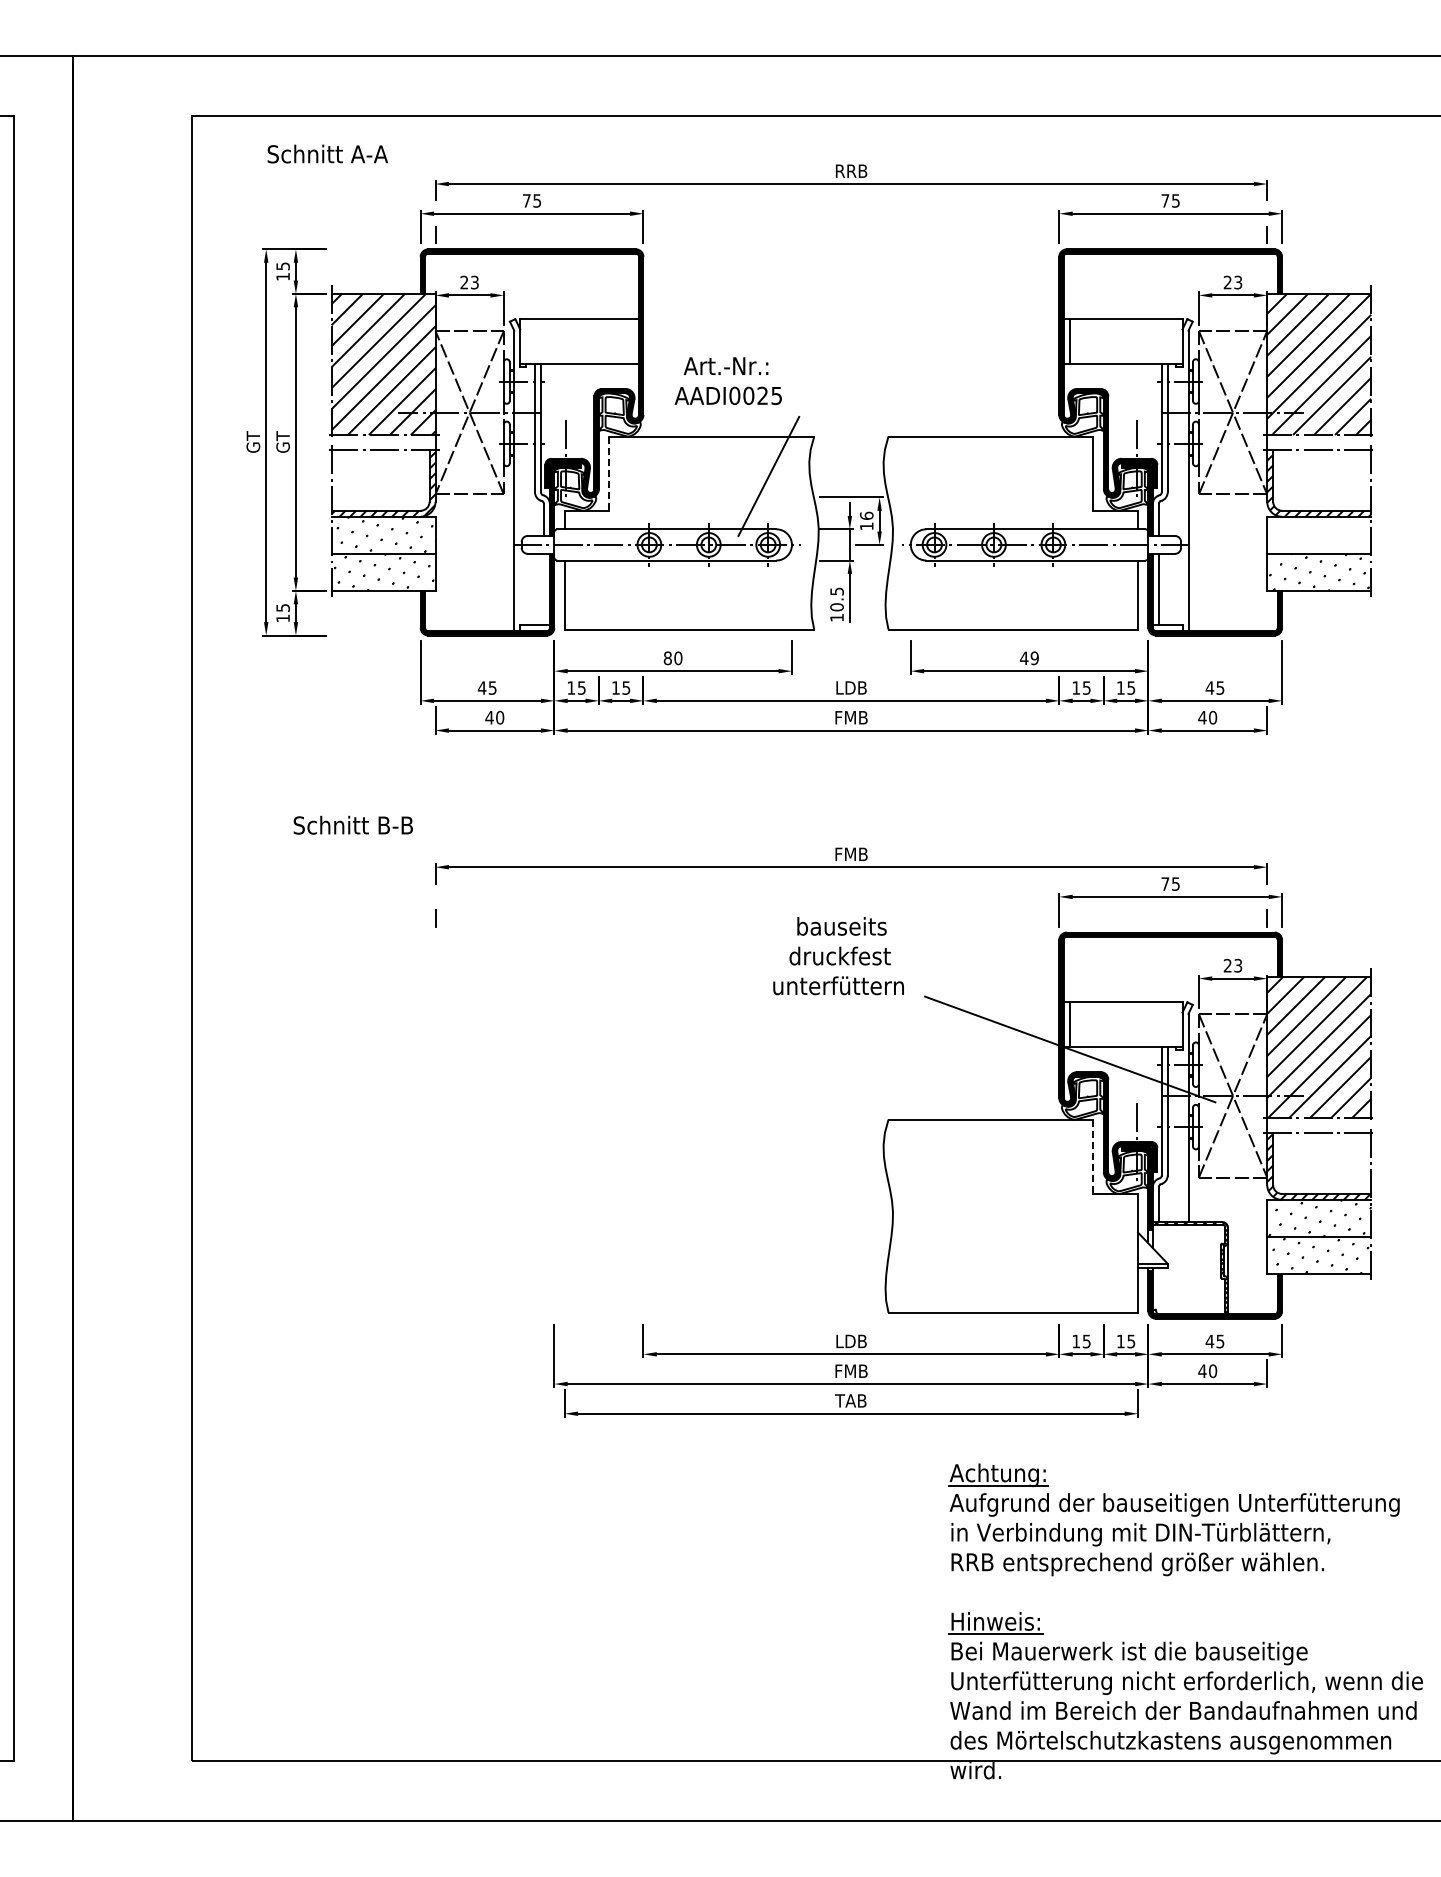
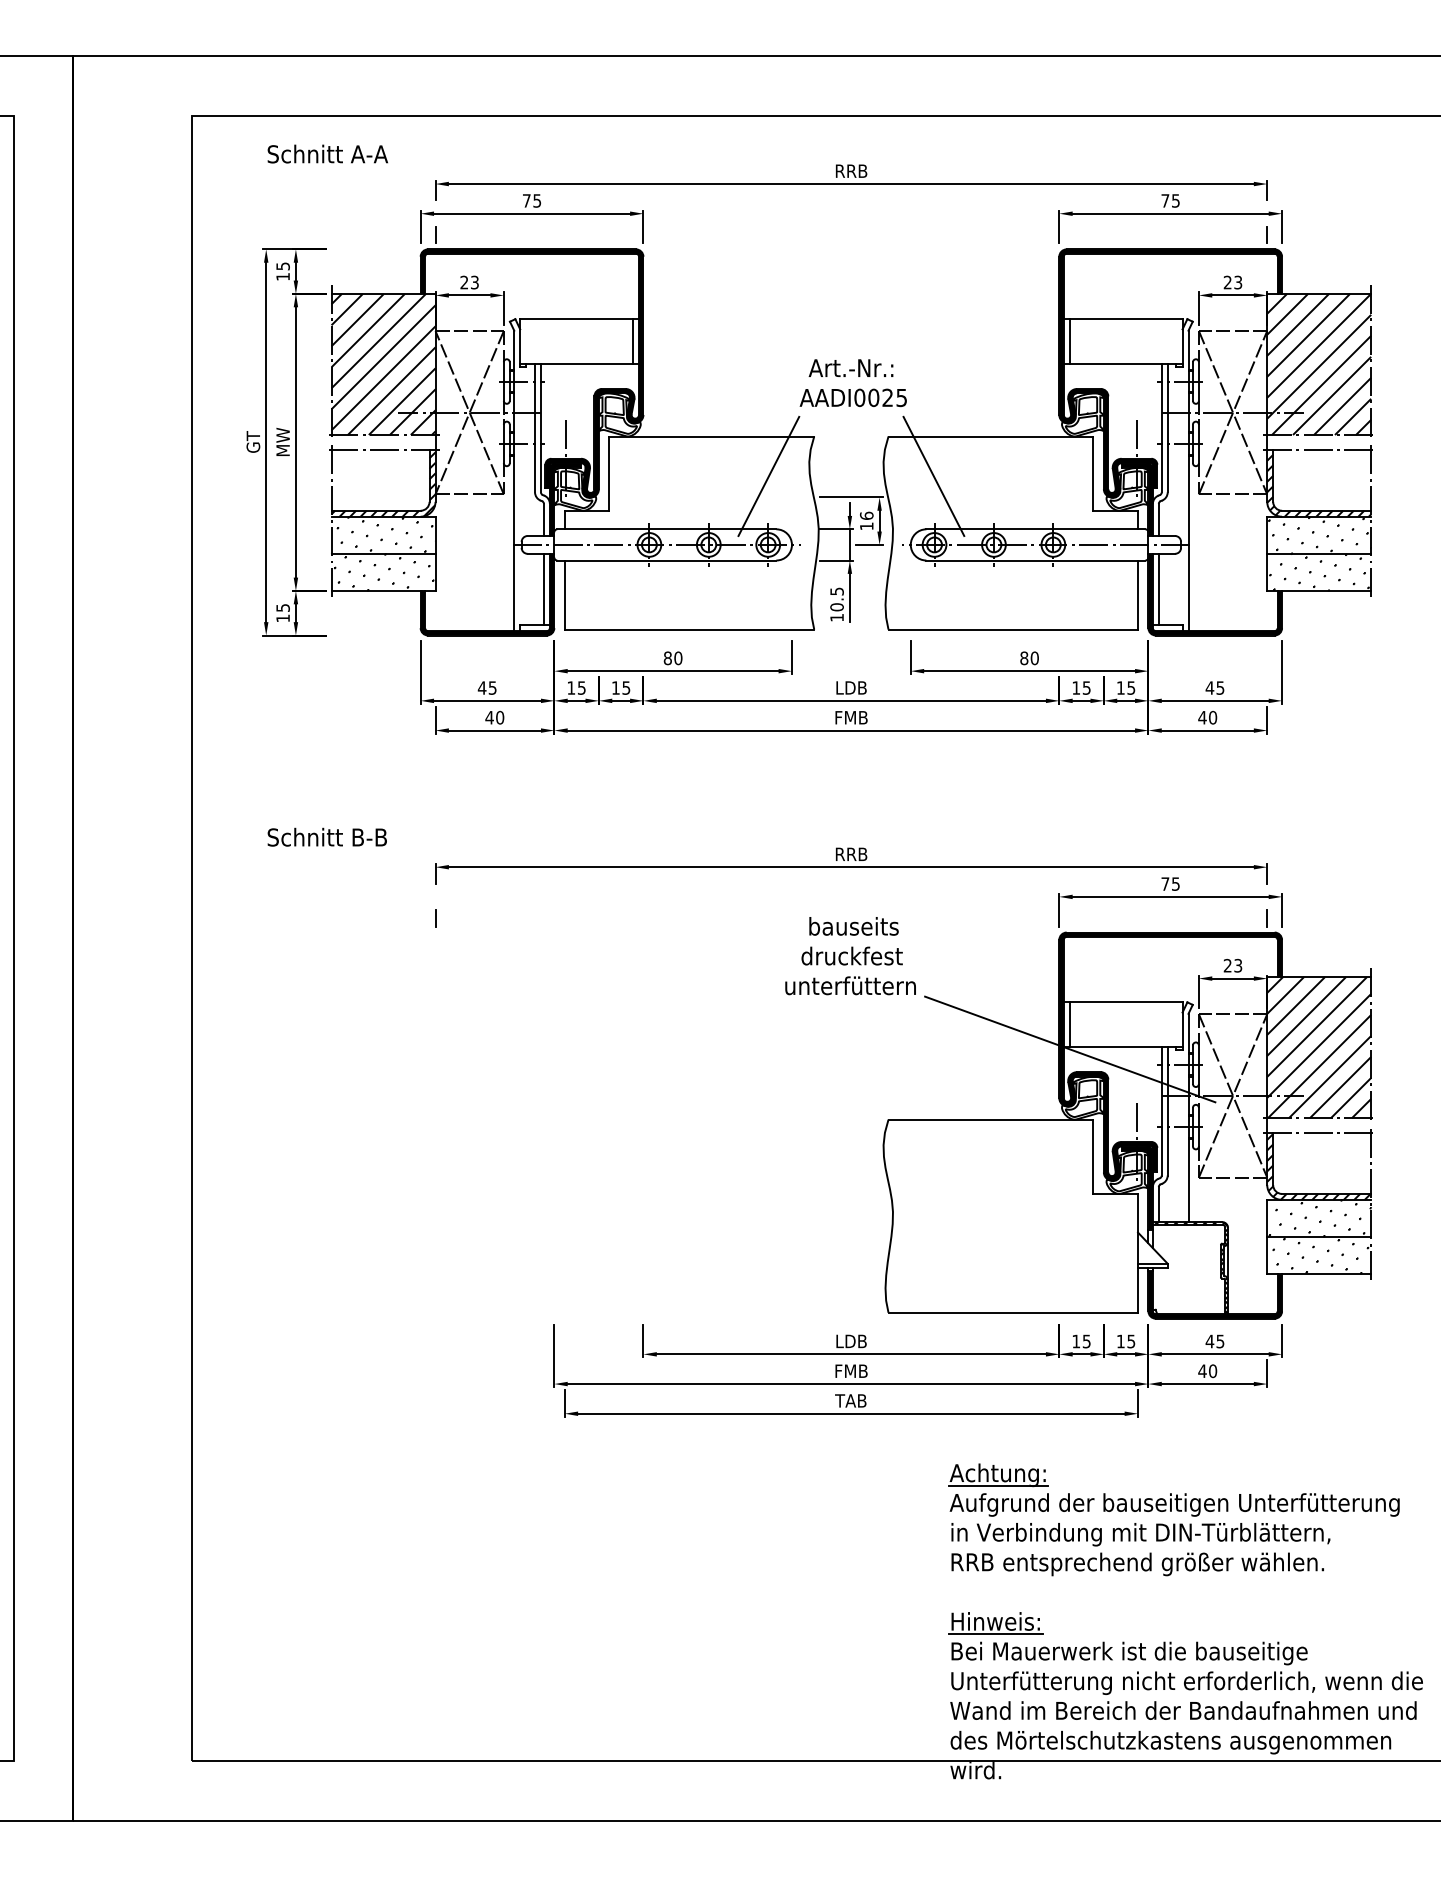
line at (633, 341): none -> present
text at (727, 381) position: (727, 381) -> (852, 383)
text at (282, 441): GT -> MW
line at (609, 474): dashed -> solid
line at (933, 476): none -> present
hatch at (1319, 535): none -> present
line at (543, 589): none -> present
text at (1029, 658): 49 -> 80
text at (352, 824) position: (352, 824) -> (326, 836)
text at (851, 853): FMB -> RRB
text at (838, 956) position: (838, 956) -> (850, 956)
line at (1093, 1157): dashed -> solid
